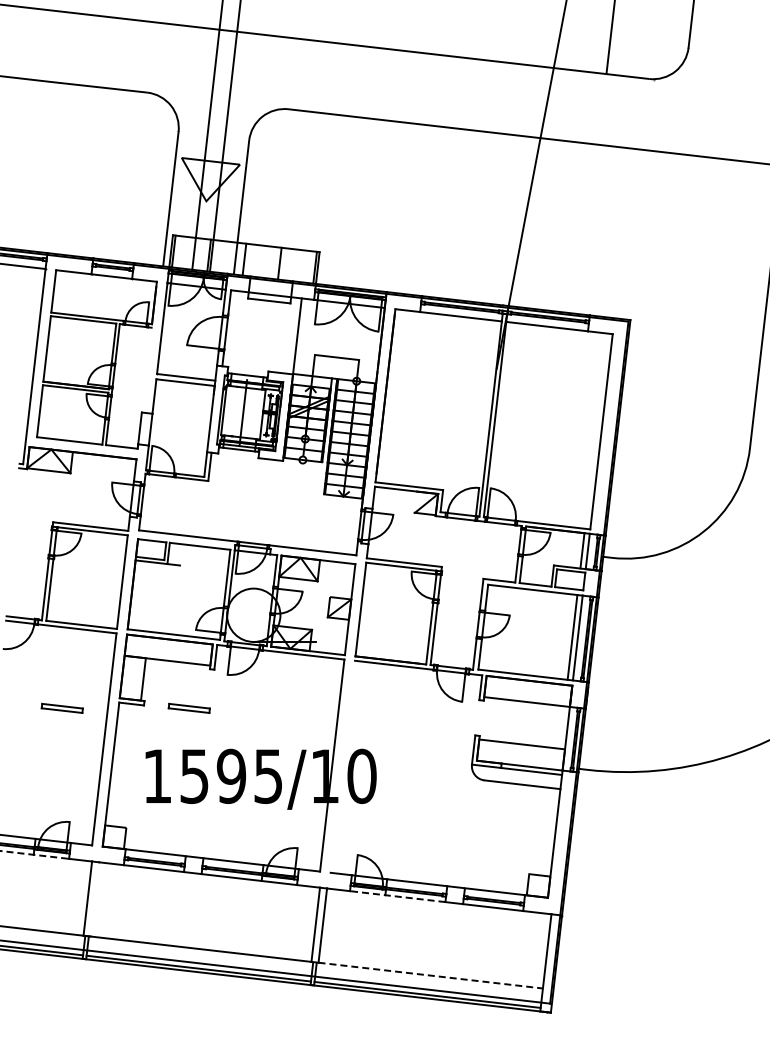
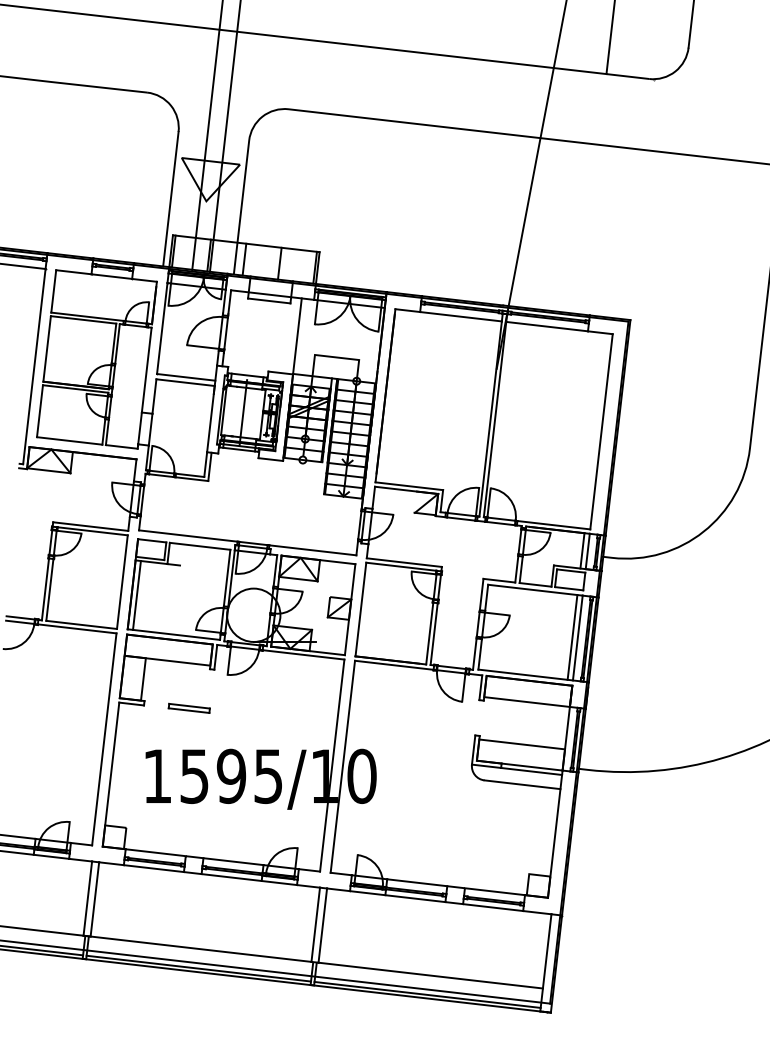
line at (146, 369): none -> present
line at (136, 595): none -> present
part at (61, 707): present -> none
line at (342, 766): none -> present
line at (34, 854): dashed -> solid
line at (397, 896): dashed -> solid
line at (94, 899): none -> present
line at (430, 975): dashed -> solid
